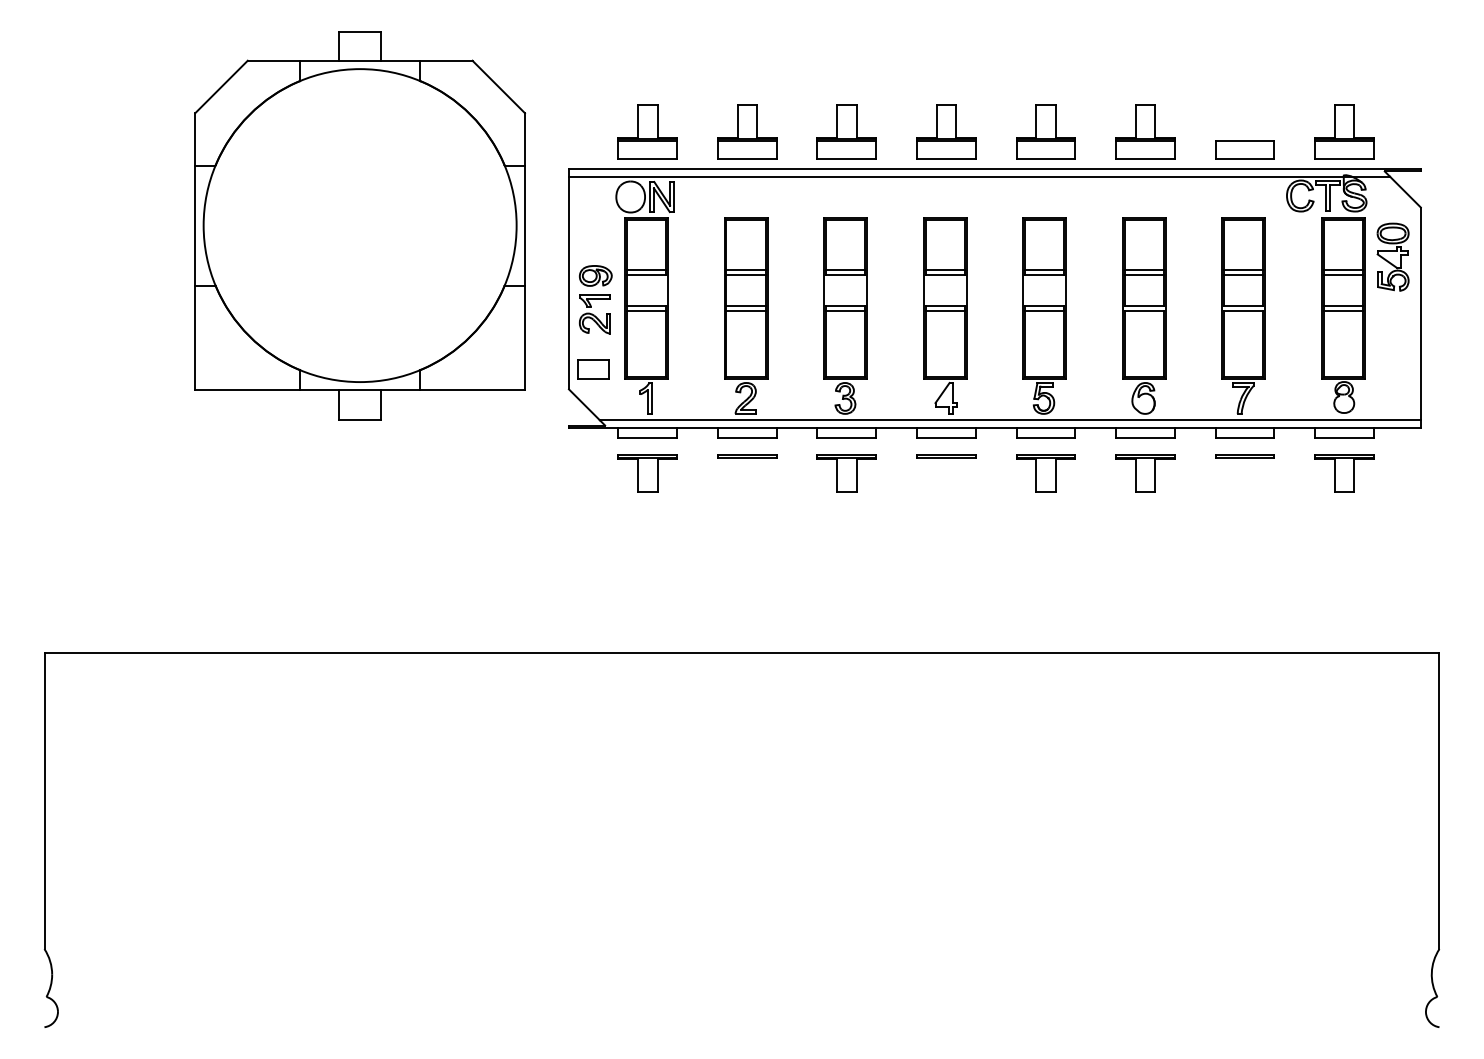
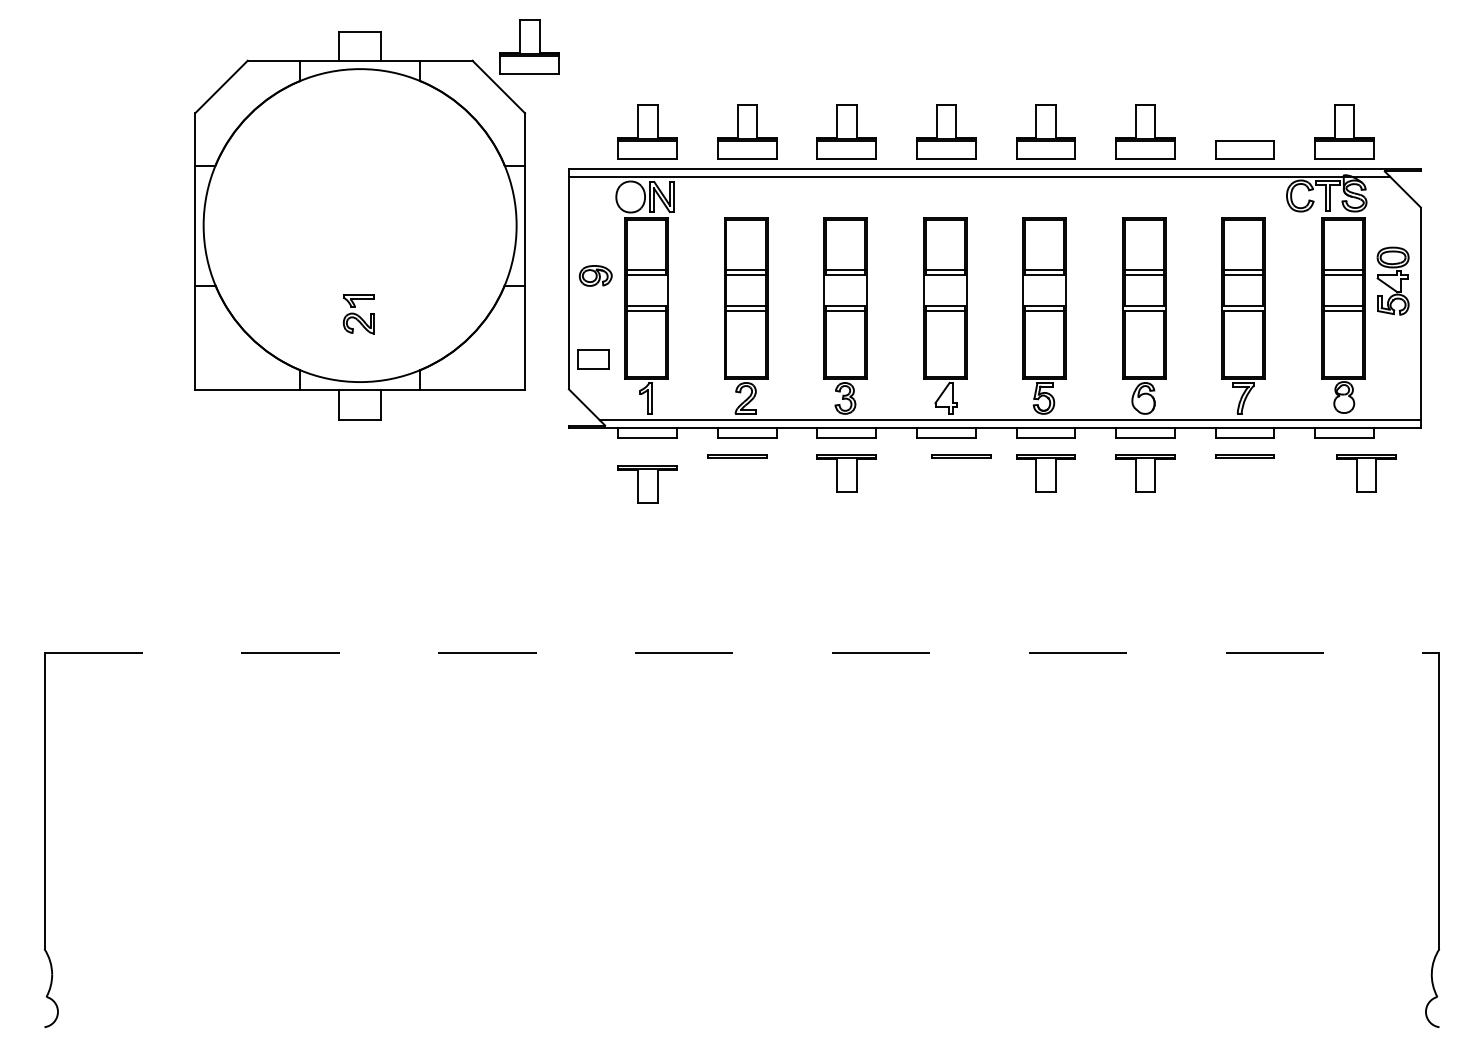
part at (529, 46): none -> present
part at (1392, 256) position: (1392, 256) -> (1392, 280)
part at (594, 314) position: (594, 314) -> (358, 314)
part at (593, 369) position: (593, 369) -> (593, 359)
line at (747, 455) position: (747, 455) -> (737, 455)
line at (946, 455) position: (946, 455) -> (961, 455)
part at (647, 473) position: (647, 473) -> (647, 484)
part at (1344, 473) position: (1344, 473) -> (1366, 473)
line at (742, 653): solid -> dashed
